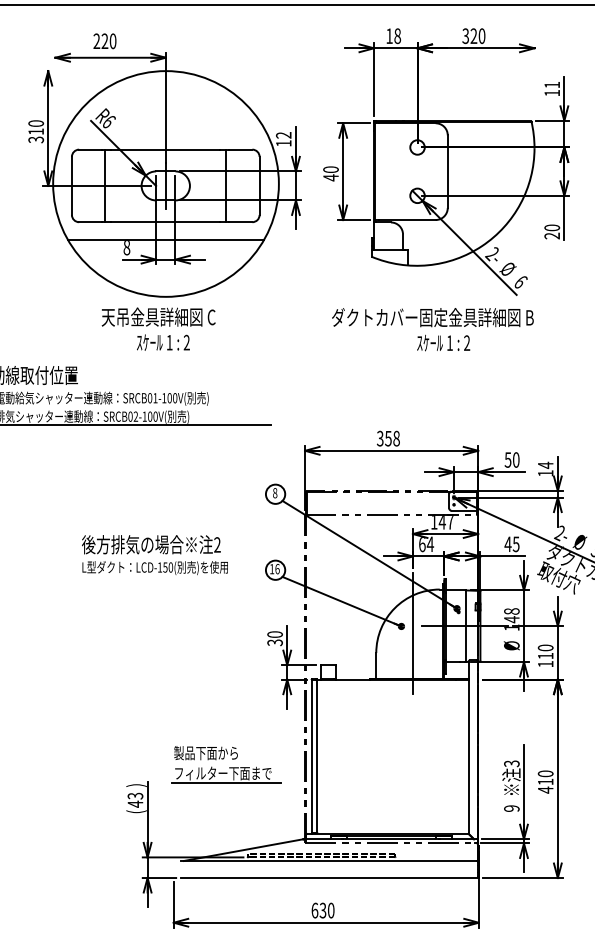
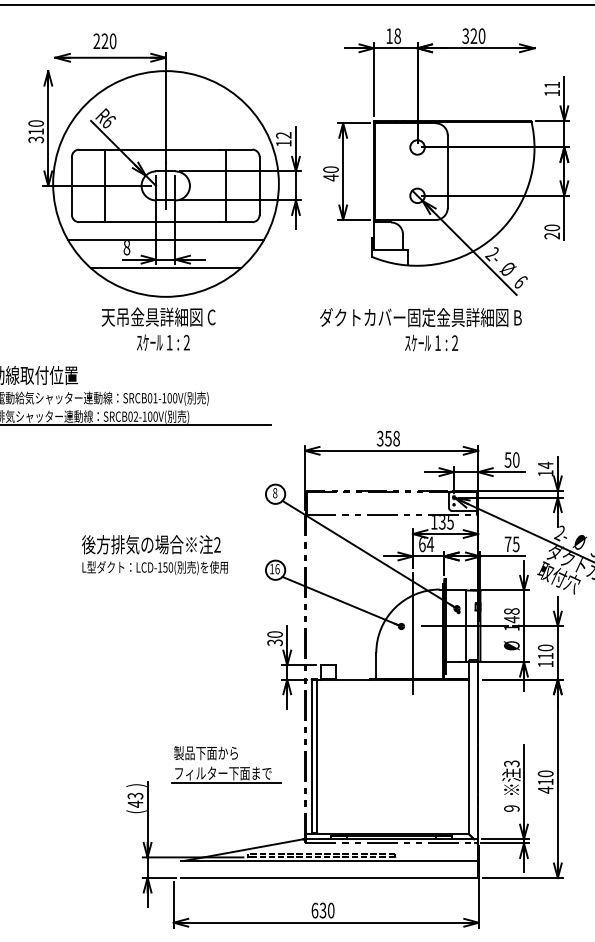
line at (165, 268): none -> present
text at (432, 329) position: (432, 329) -> (420, 329)
text at (445, 522): 147 -> 135
text at (507, 543): 45 -> 75
